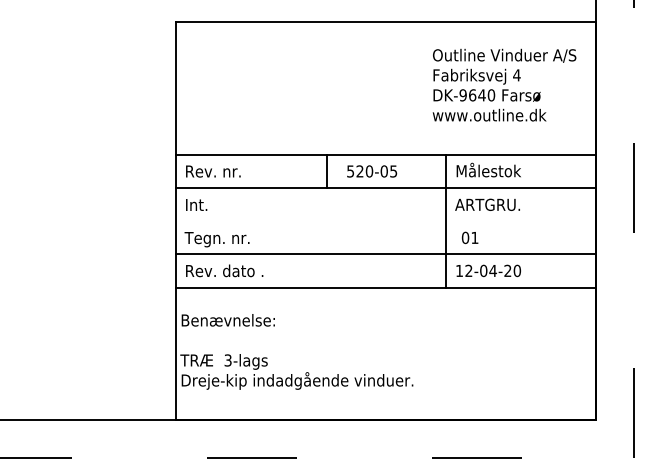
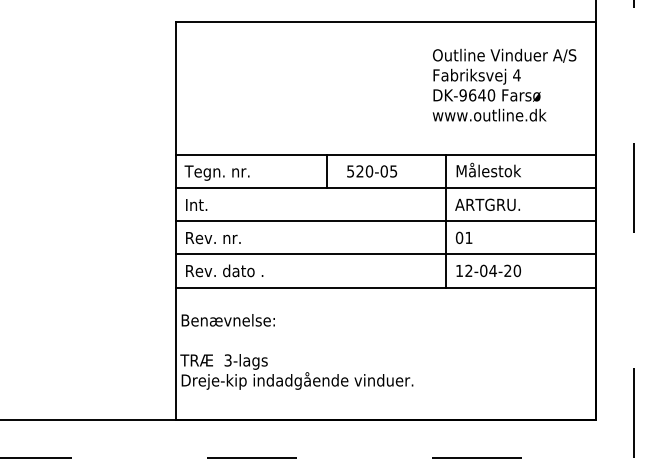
text at (216, 172): Rev. nr. -> Tegn. nr.
line at (385, 221): none -> present
text at (469, 237) position: (469, 237) -> (463, 237)
text at (216, 239): Tegn. nr. -> Rev. nr.
